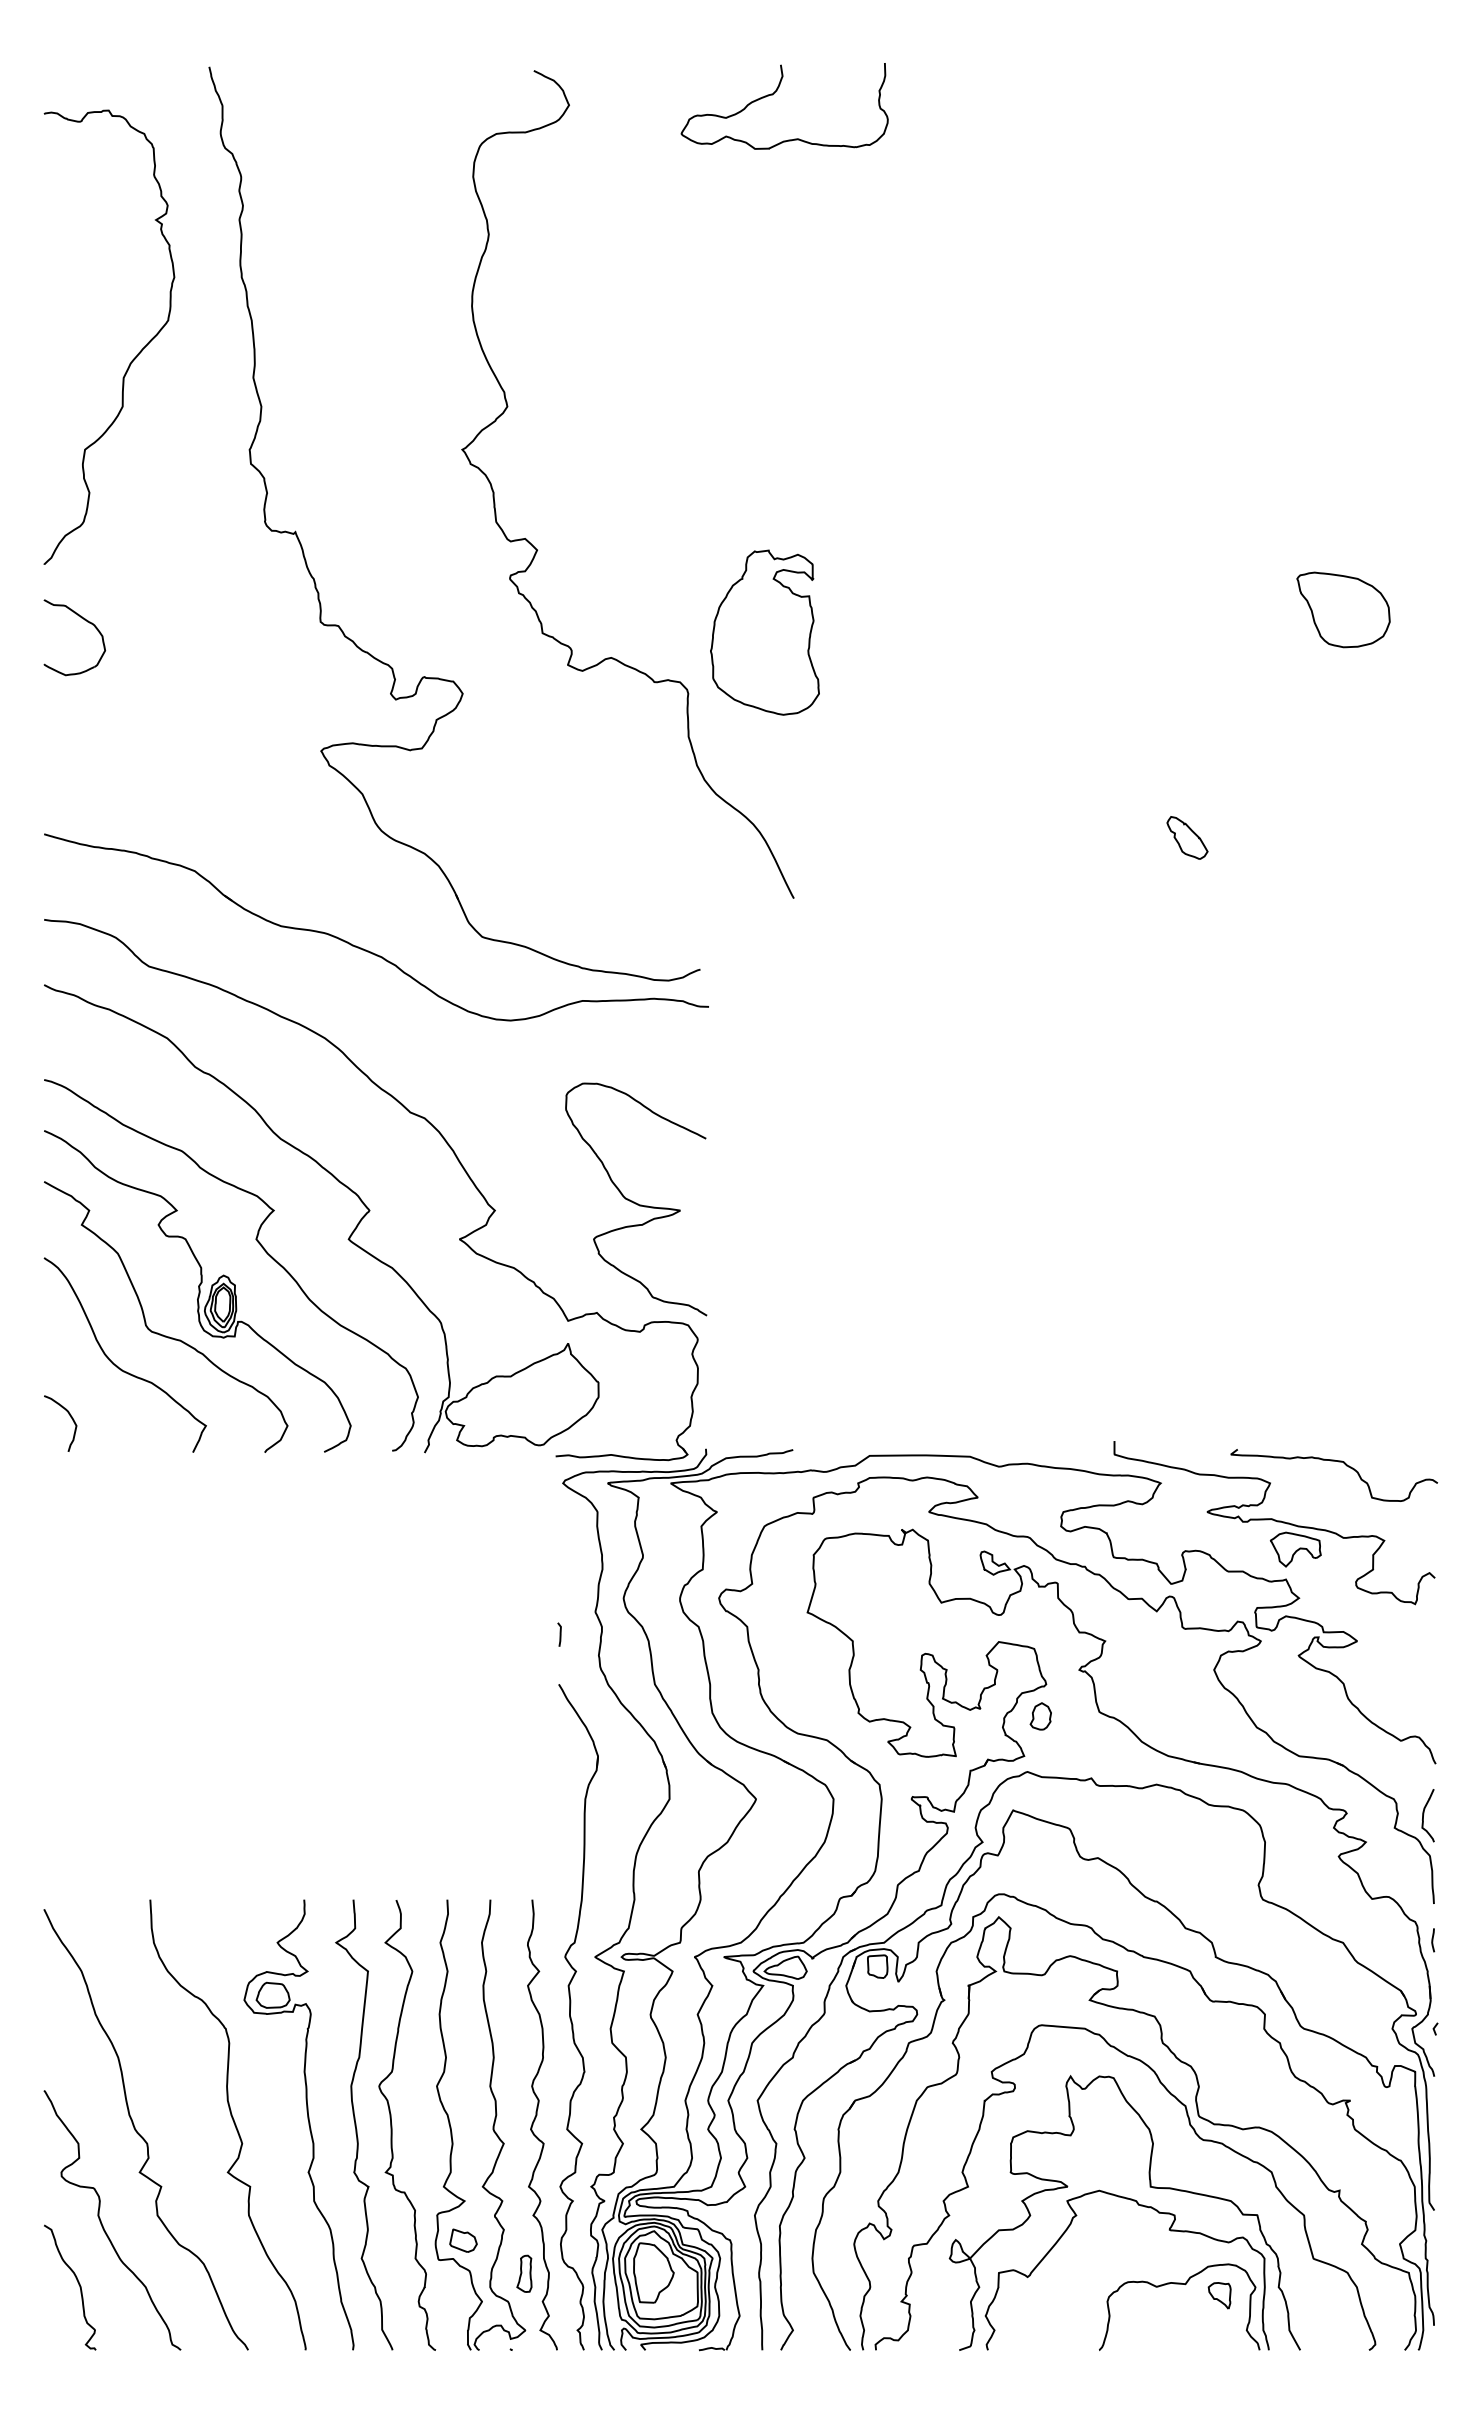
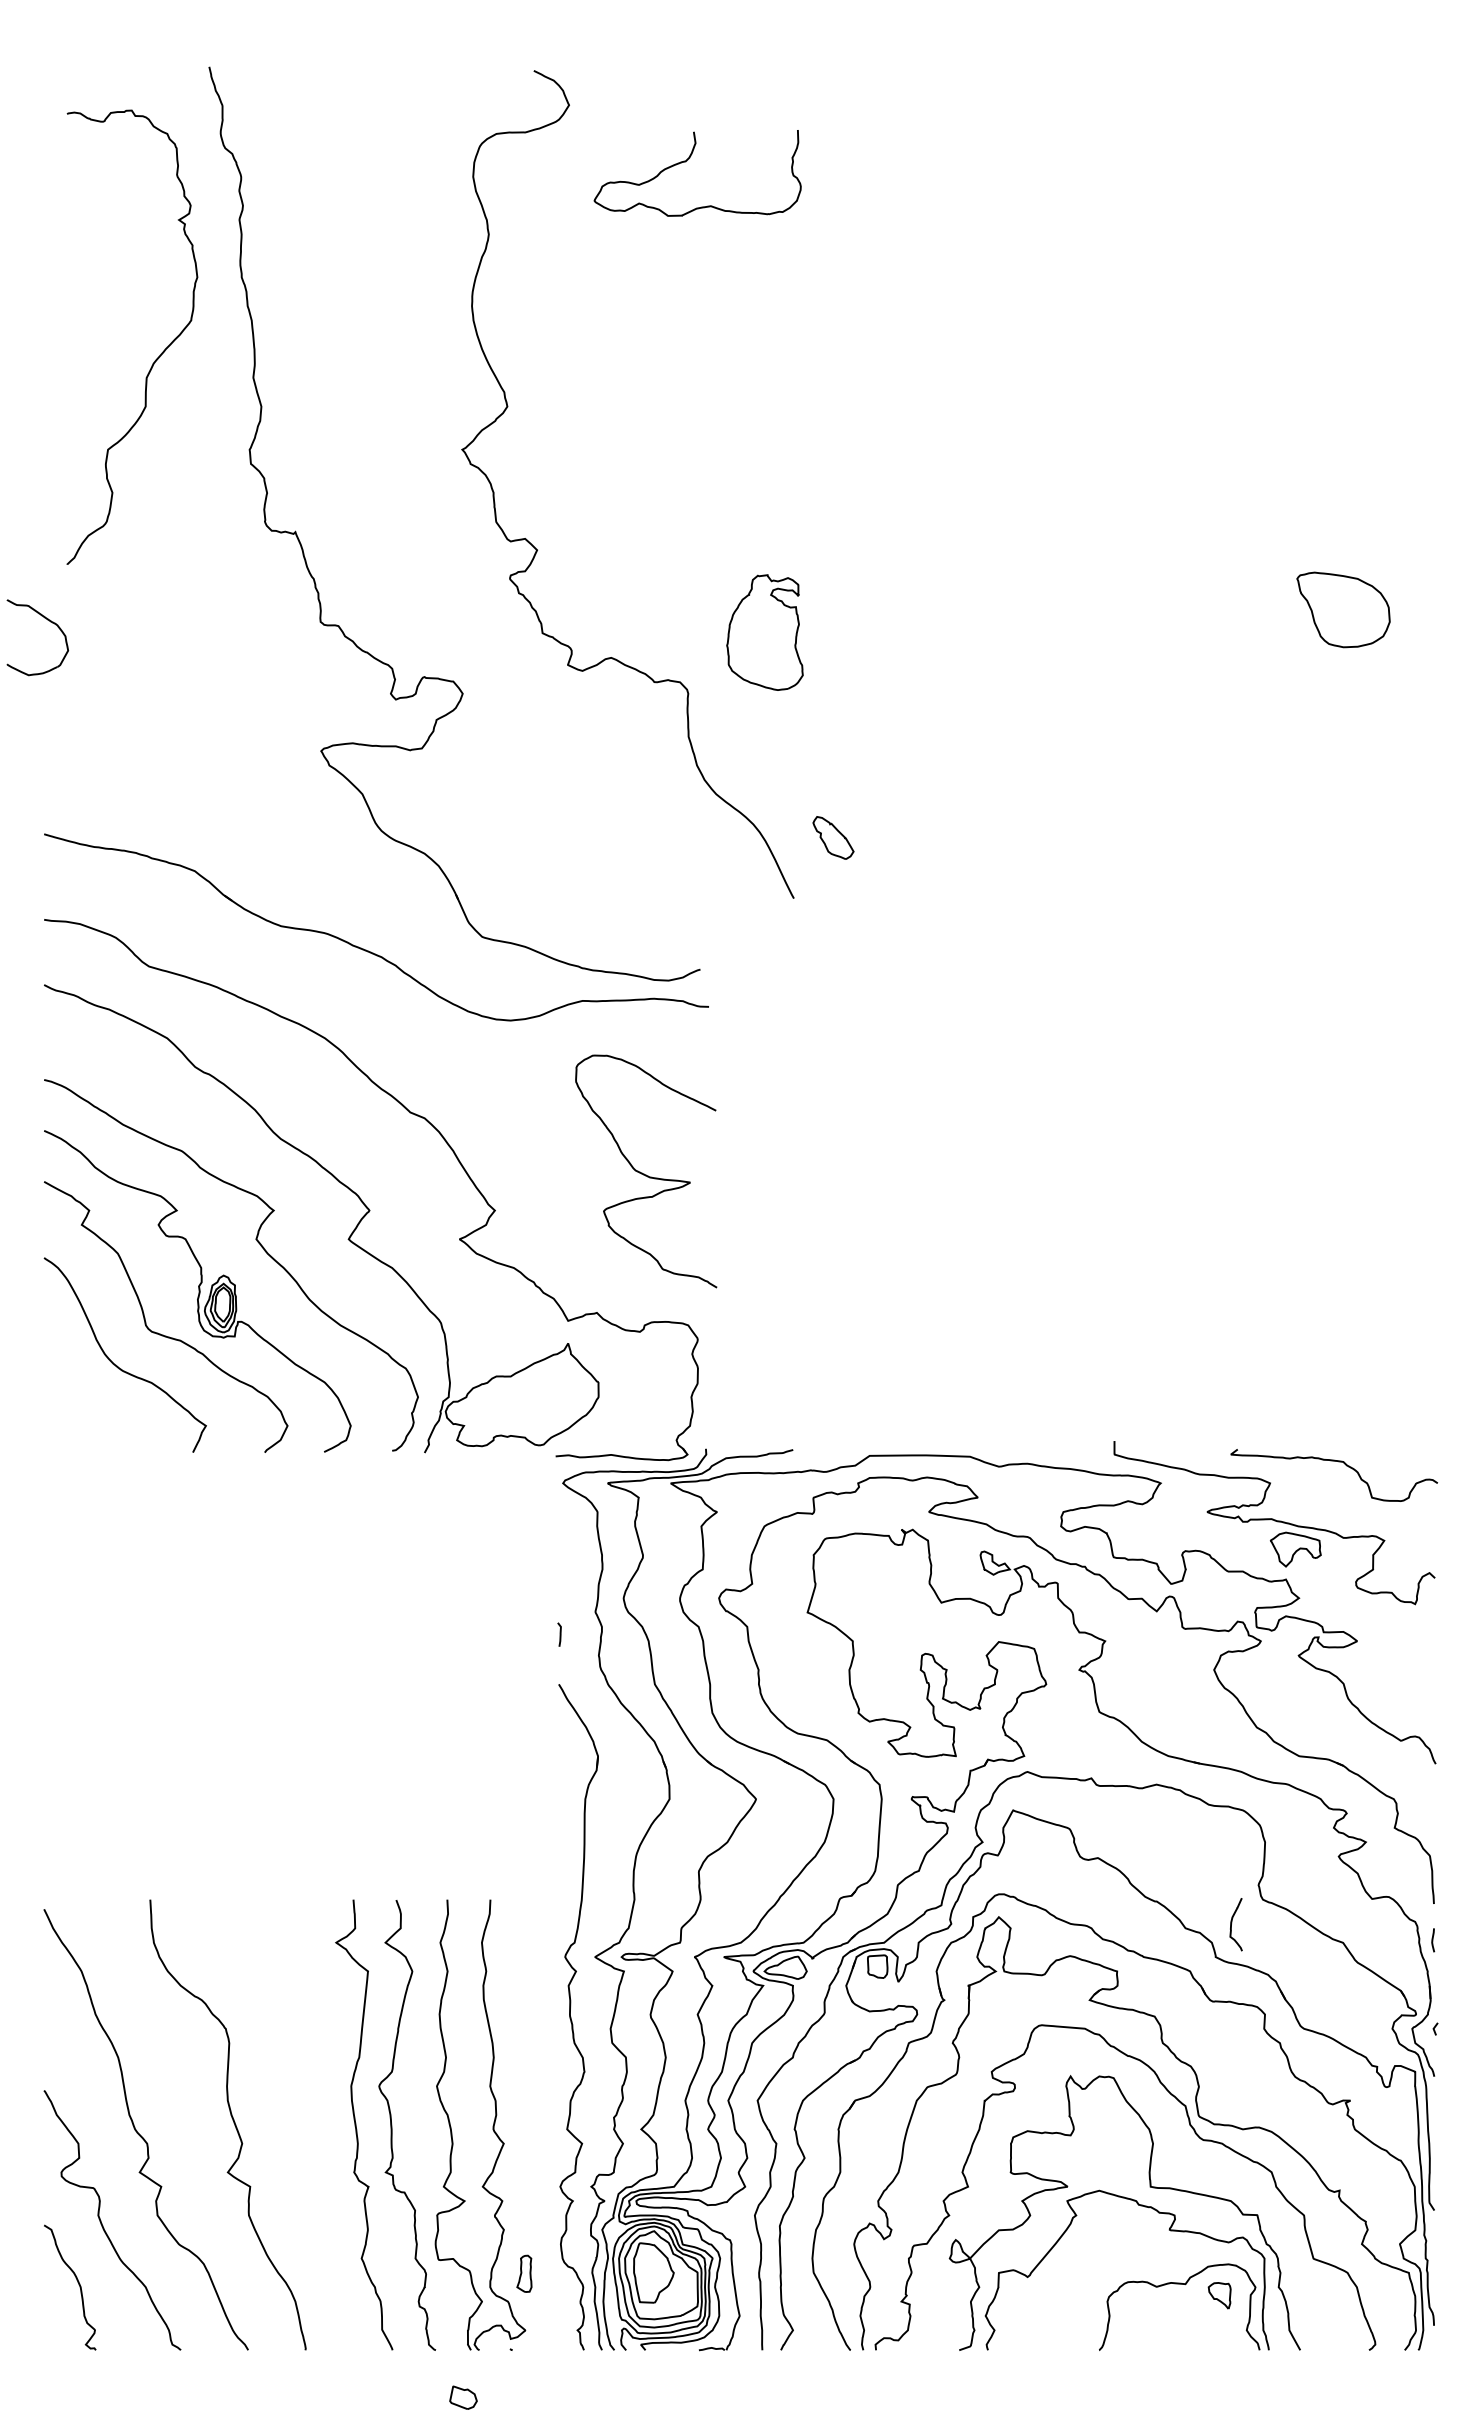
curve at (773, 94) position: (773, 94) -> (686, 161)
curve at (132, 359) position: (132, 359) -> (155, 359)
part at (84, 620) position: (84, 620) -> (47, 620)
part at (764, 632) size: 110x167 px -> 78x117 px
part at (1187, 837) position: (1187, 837) -> (833, 837)
curve at (634, 1201) position: (634, 1201) -> (644, 1173)
curve at (70, 1417): present -> none
part at (1040, 1716): present -> none
curve at (1424, 1814) position: (1424, 1814) -> (1232, 1923)
curve at (535, 2120): present -> none
part at (308, 2124): present -> none
part at (463, 2240) position: (463, 2240) -> (463, 2397)
